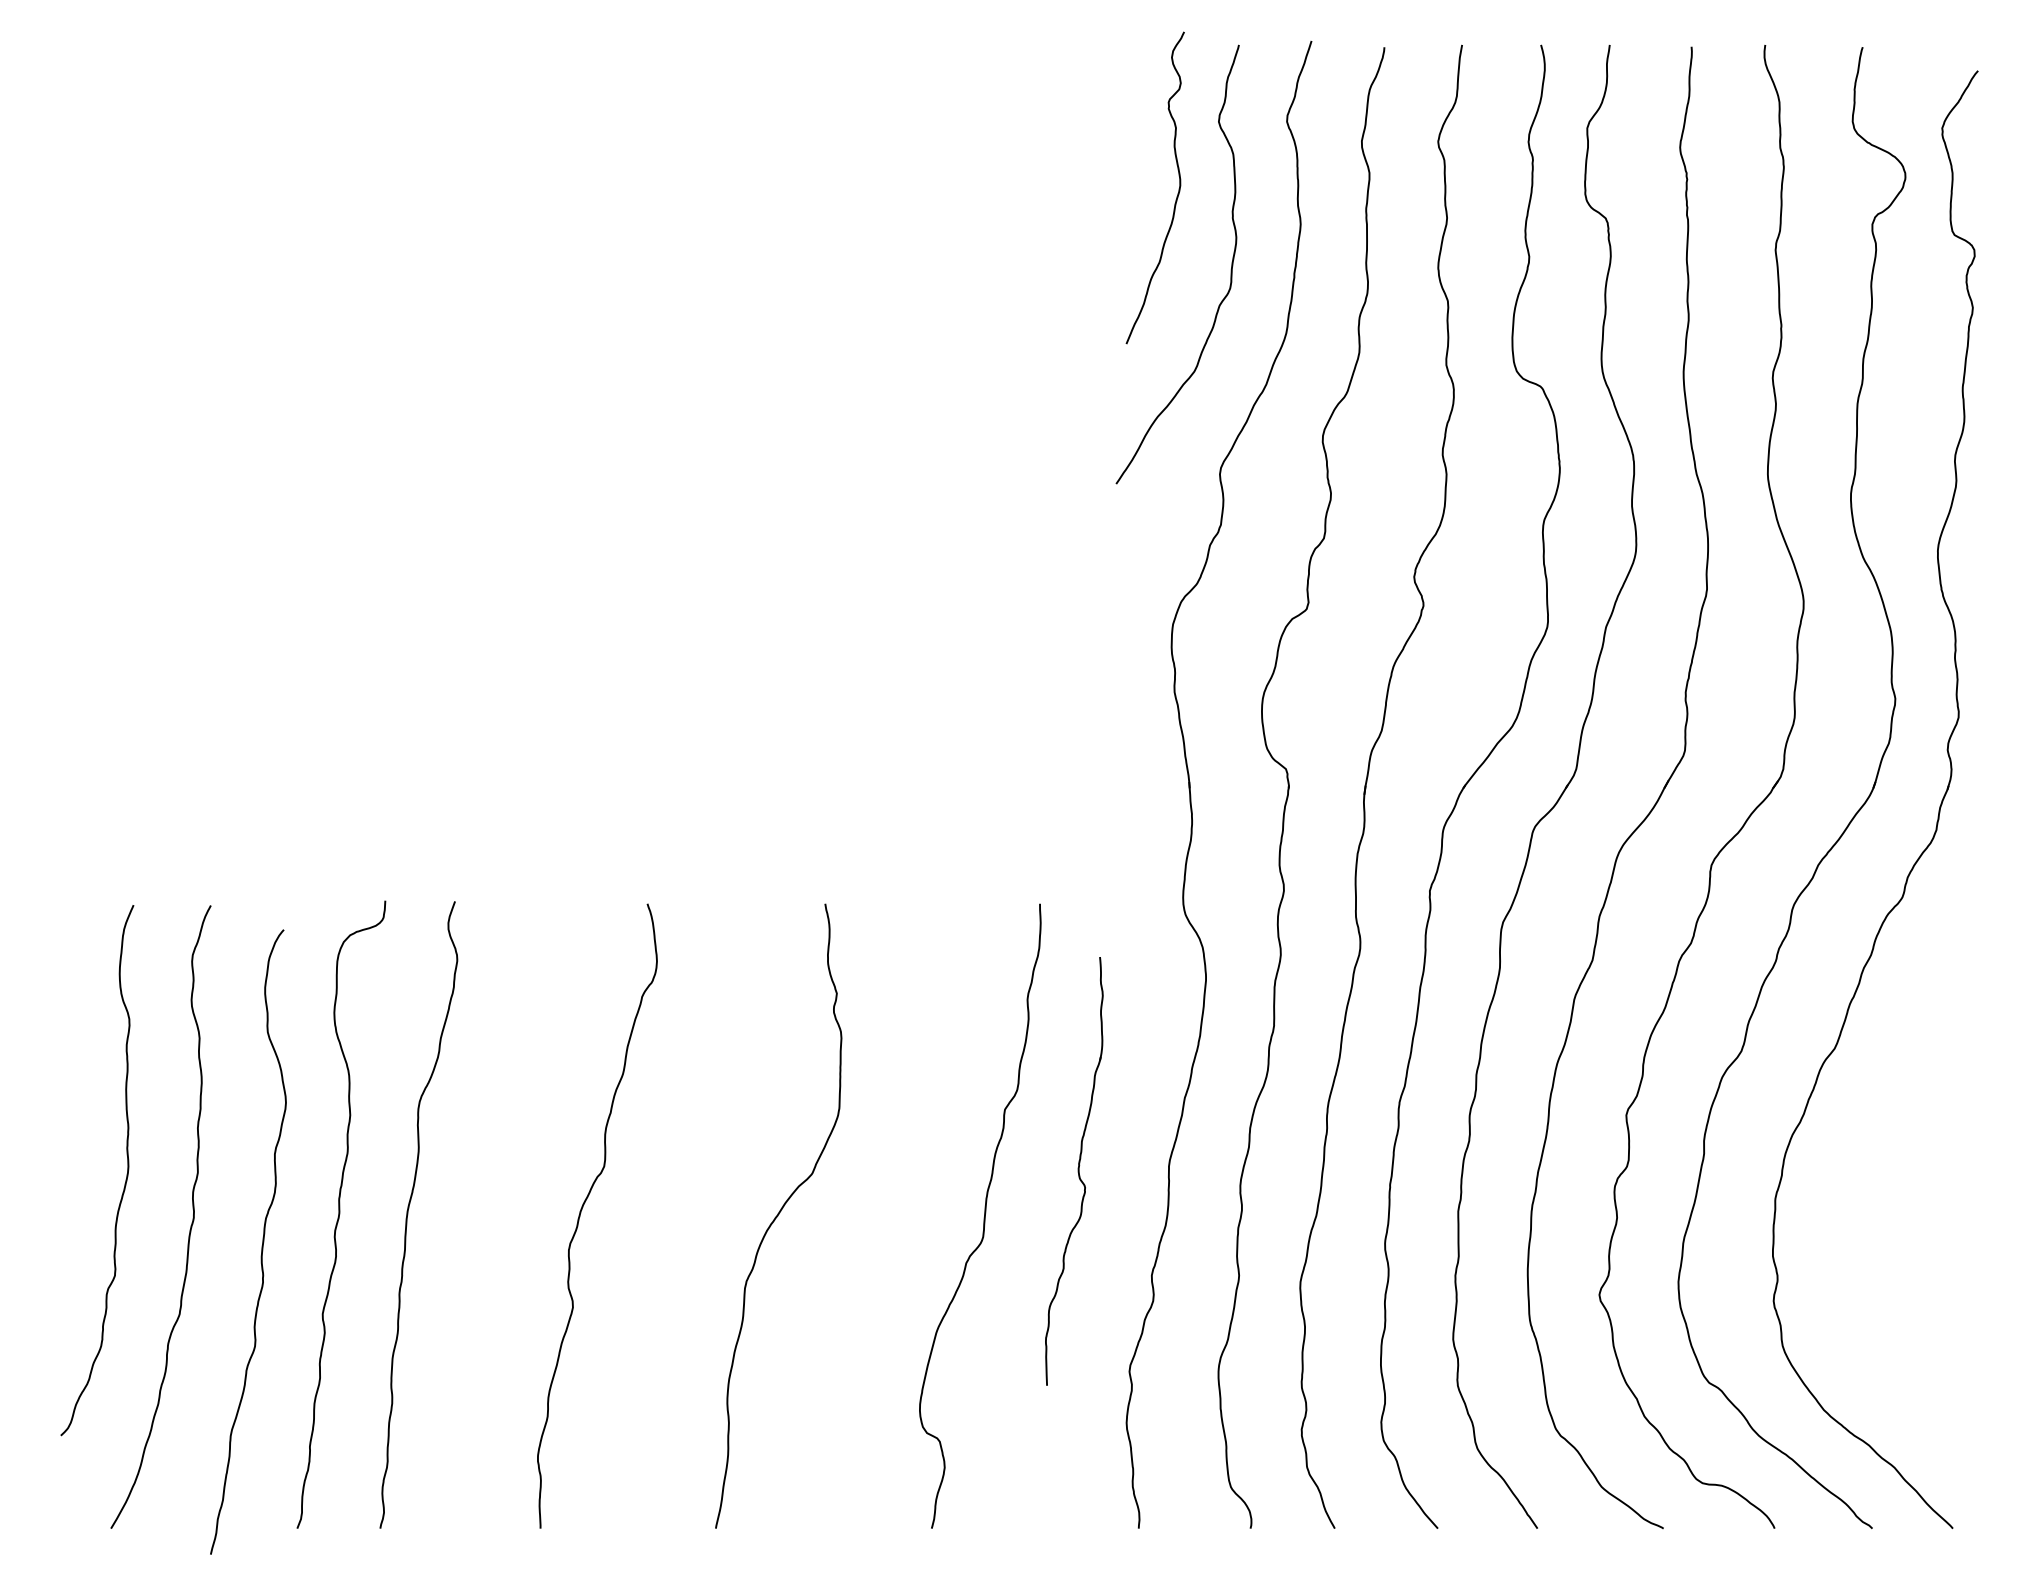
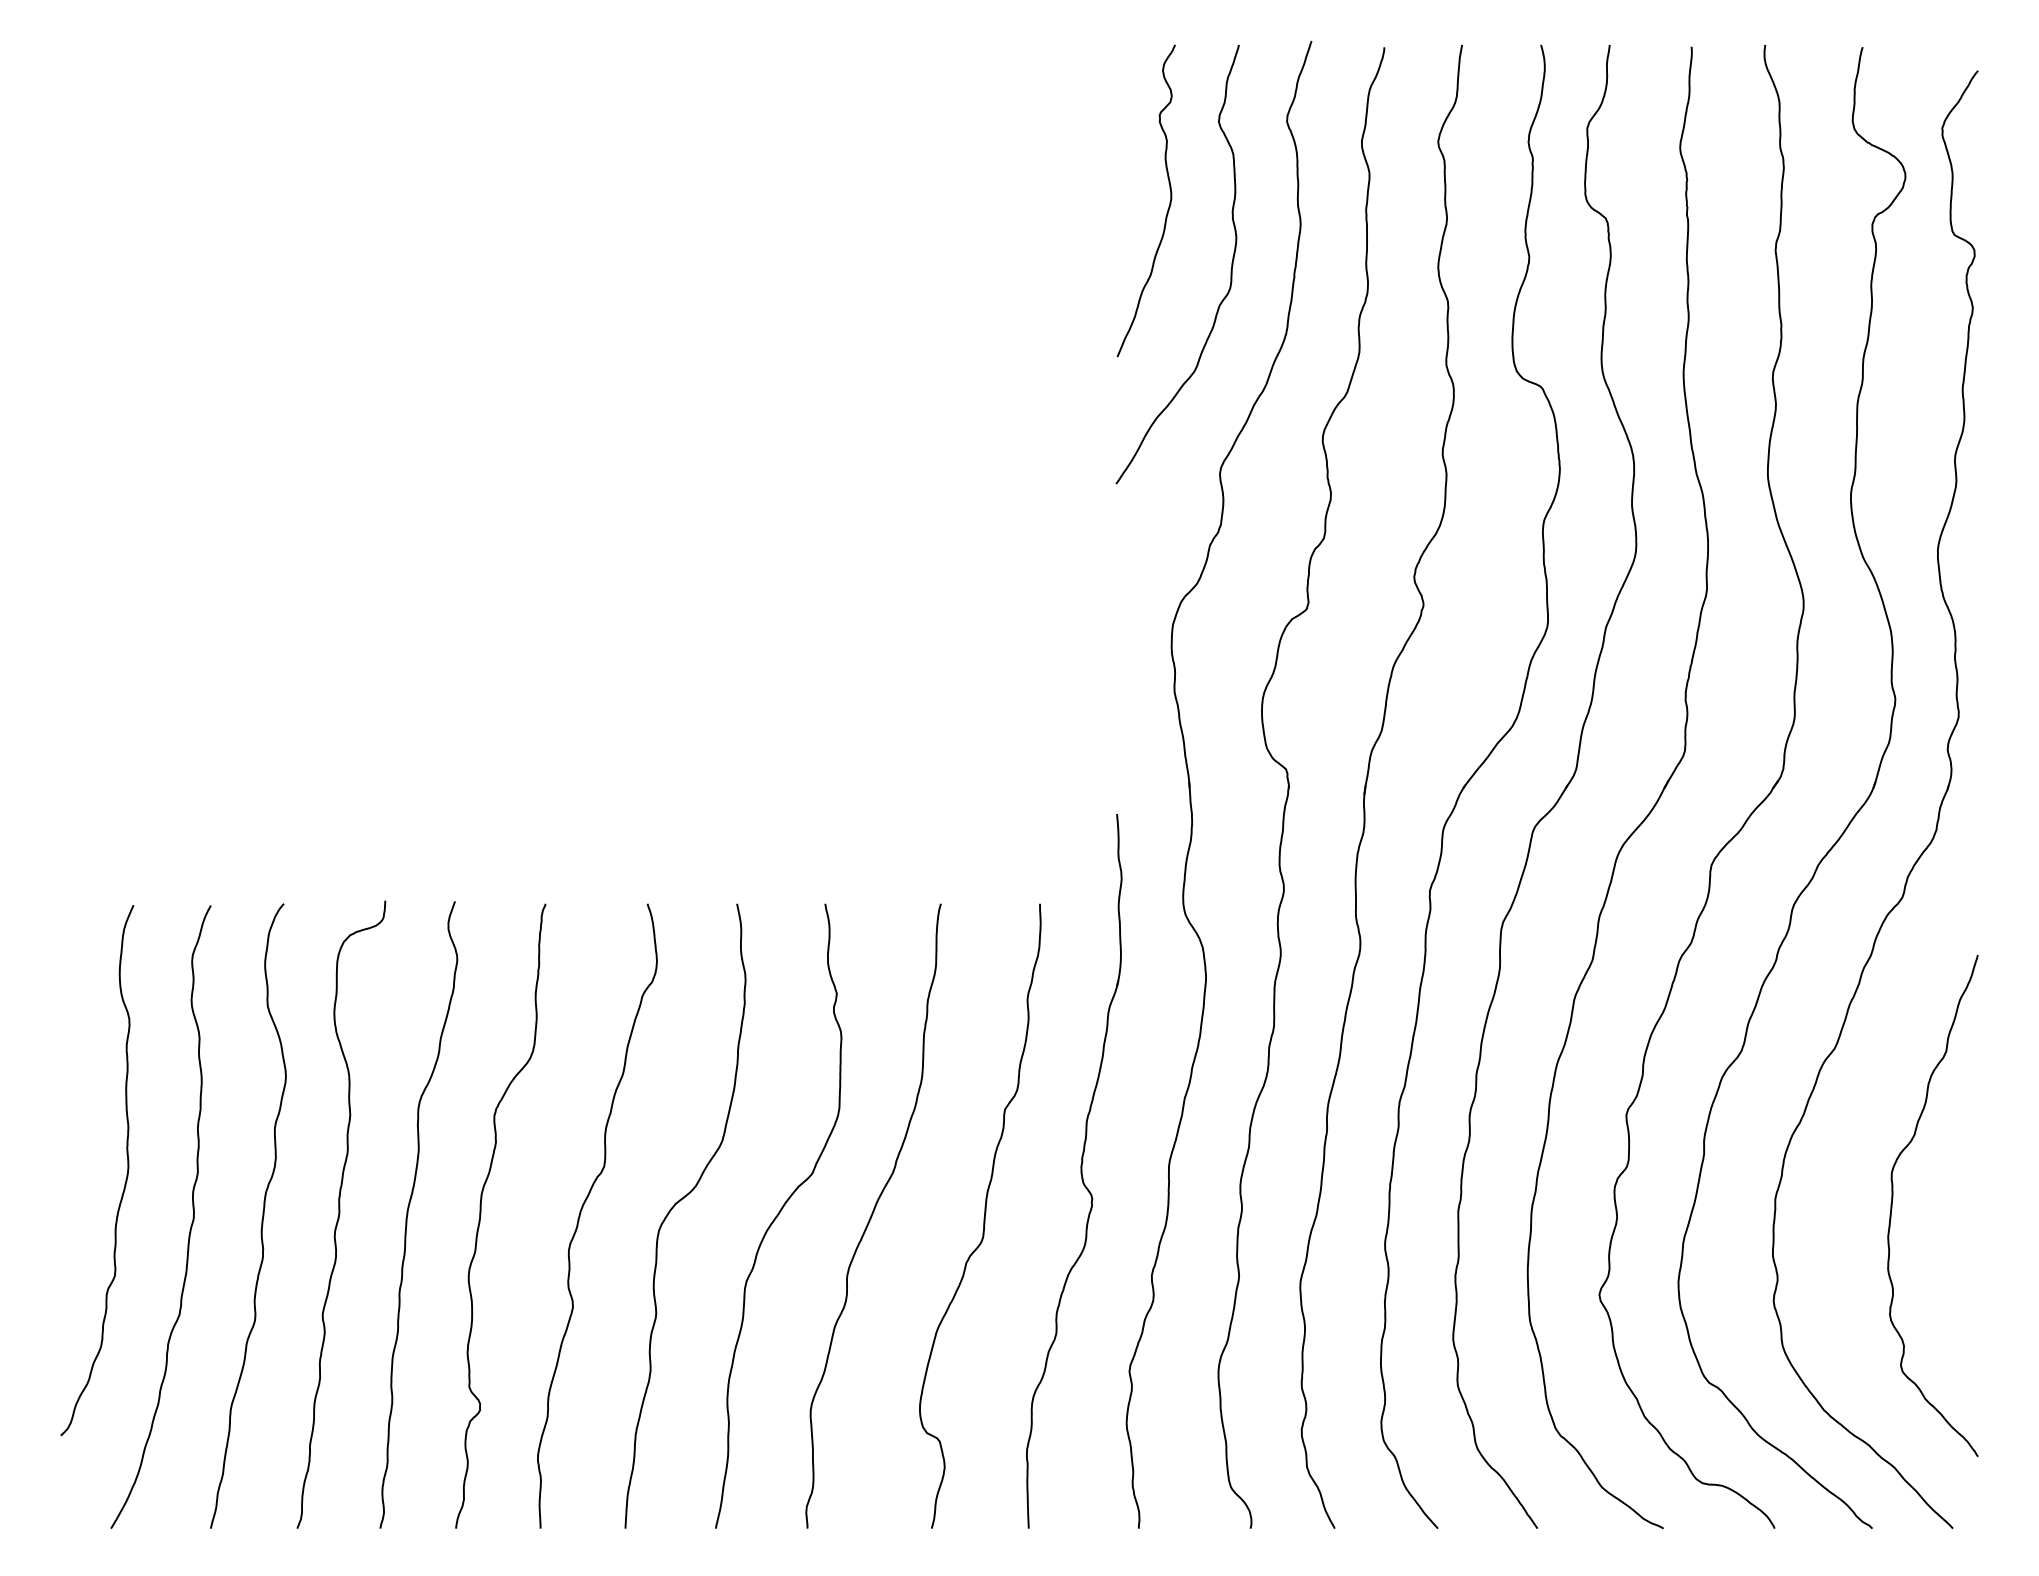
curve at (1177, 193) position: (1177, 193) -> (1168, 206)
part at (1074, 1171) size: 59x429 px -> 97x715 px
curve at (1893, 1198): none -> present
curve at (673, 1208): none -> present
curve at (873, 1214): none -> present
curve at (481, 1215): none -> present
curve at (261, 1245) position: (261, 1245) -> (261, 1219)
